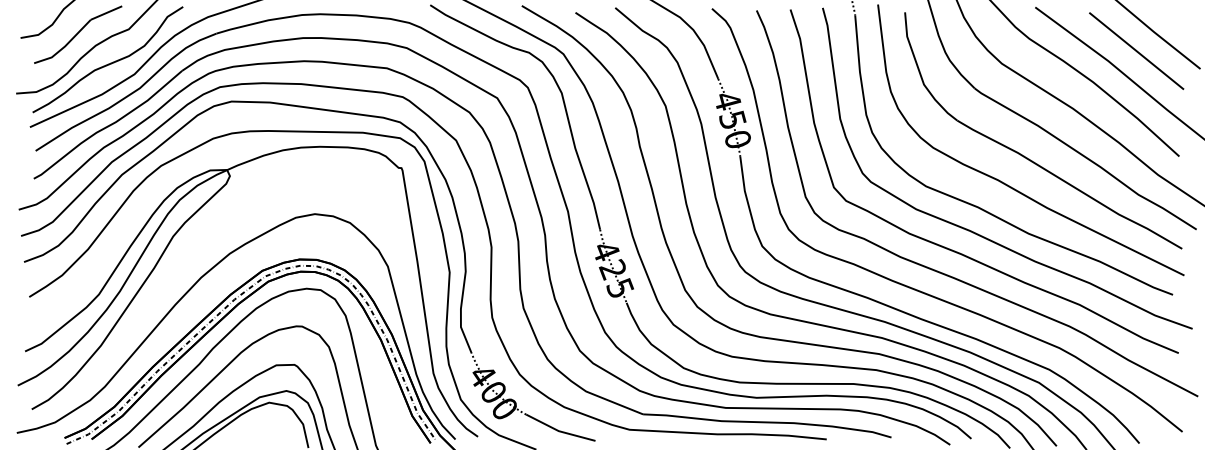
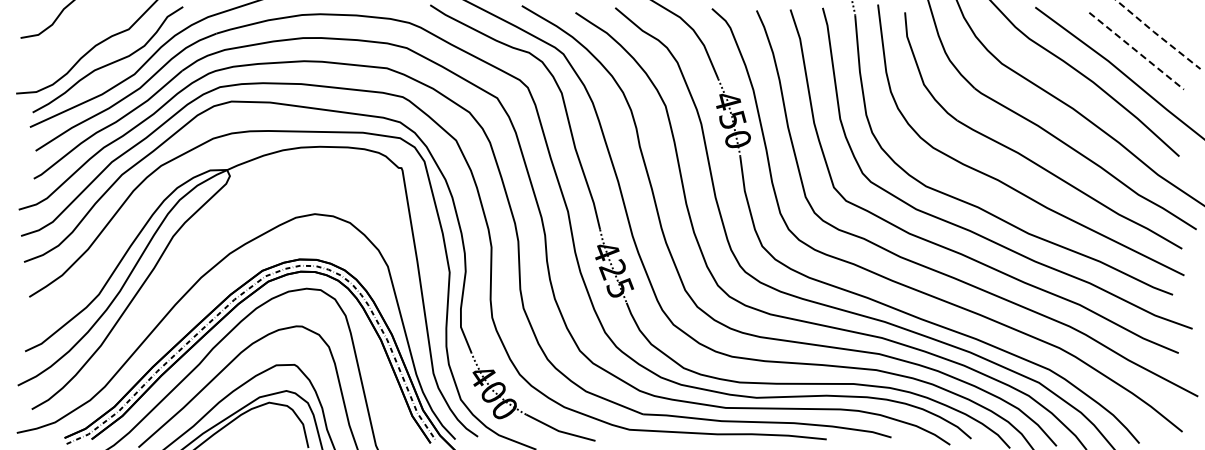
part at (78, 34): present -> none
line at (1157, 35): solid -> dashed
line at (1136, 51): solid -> dashed
